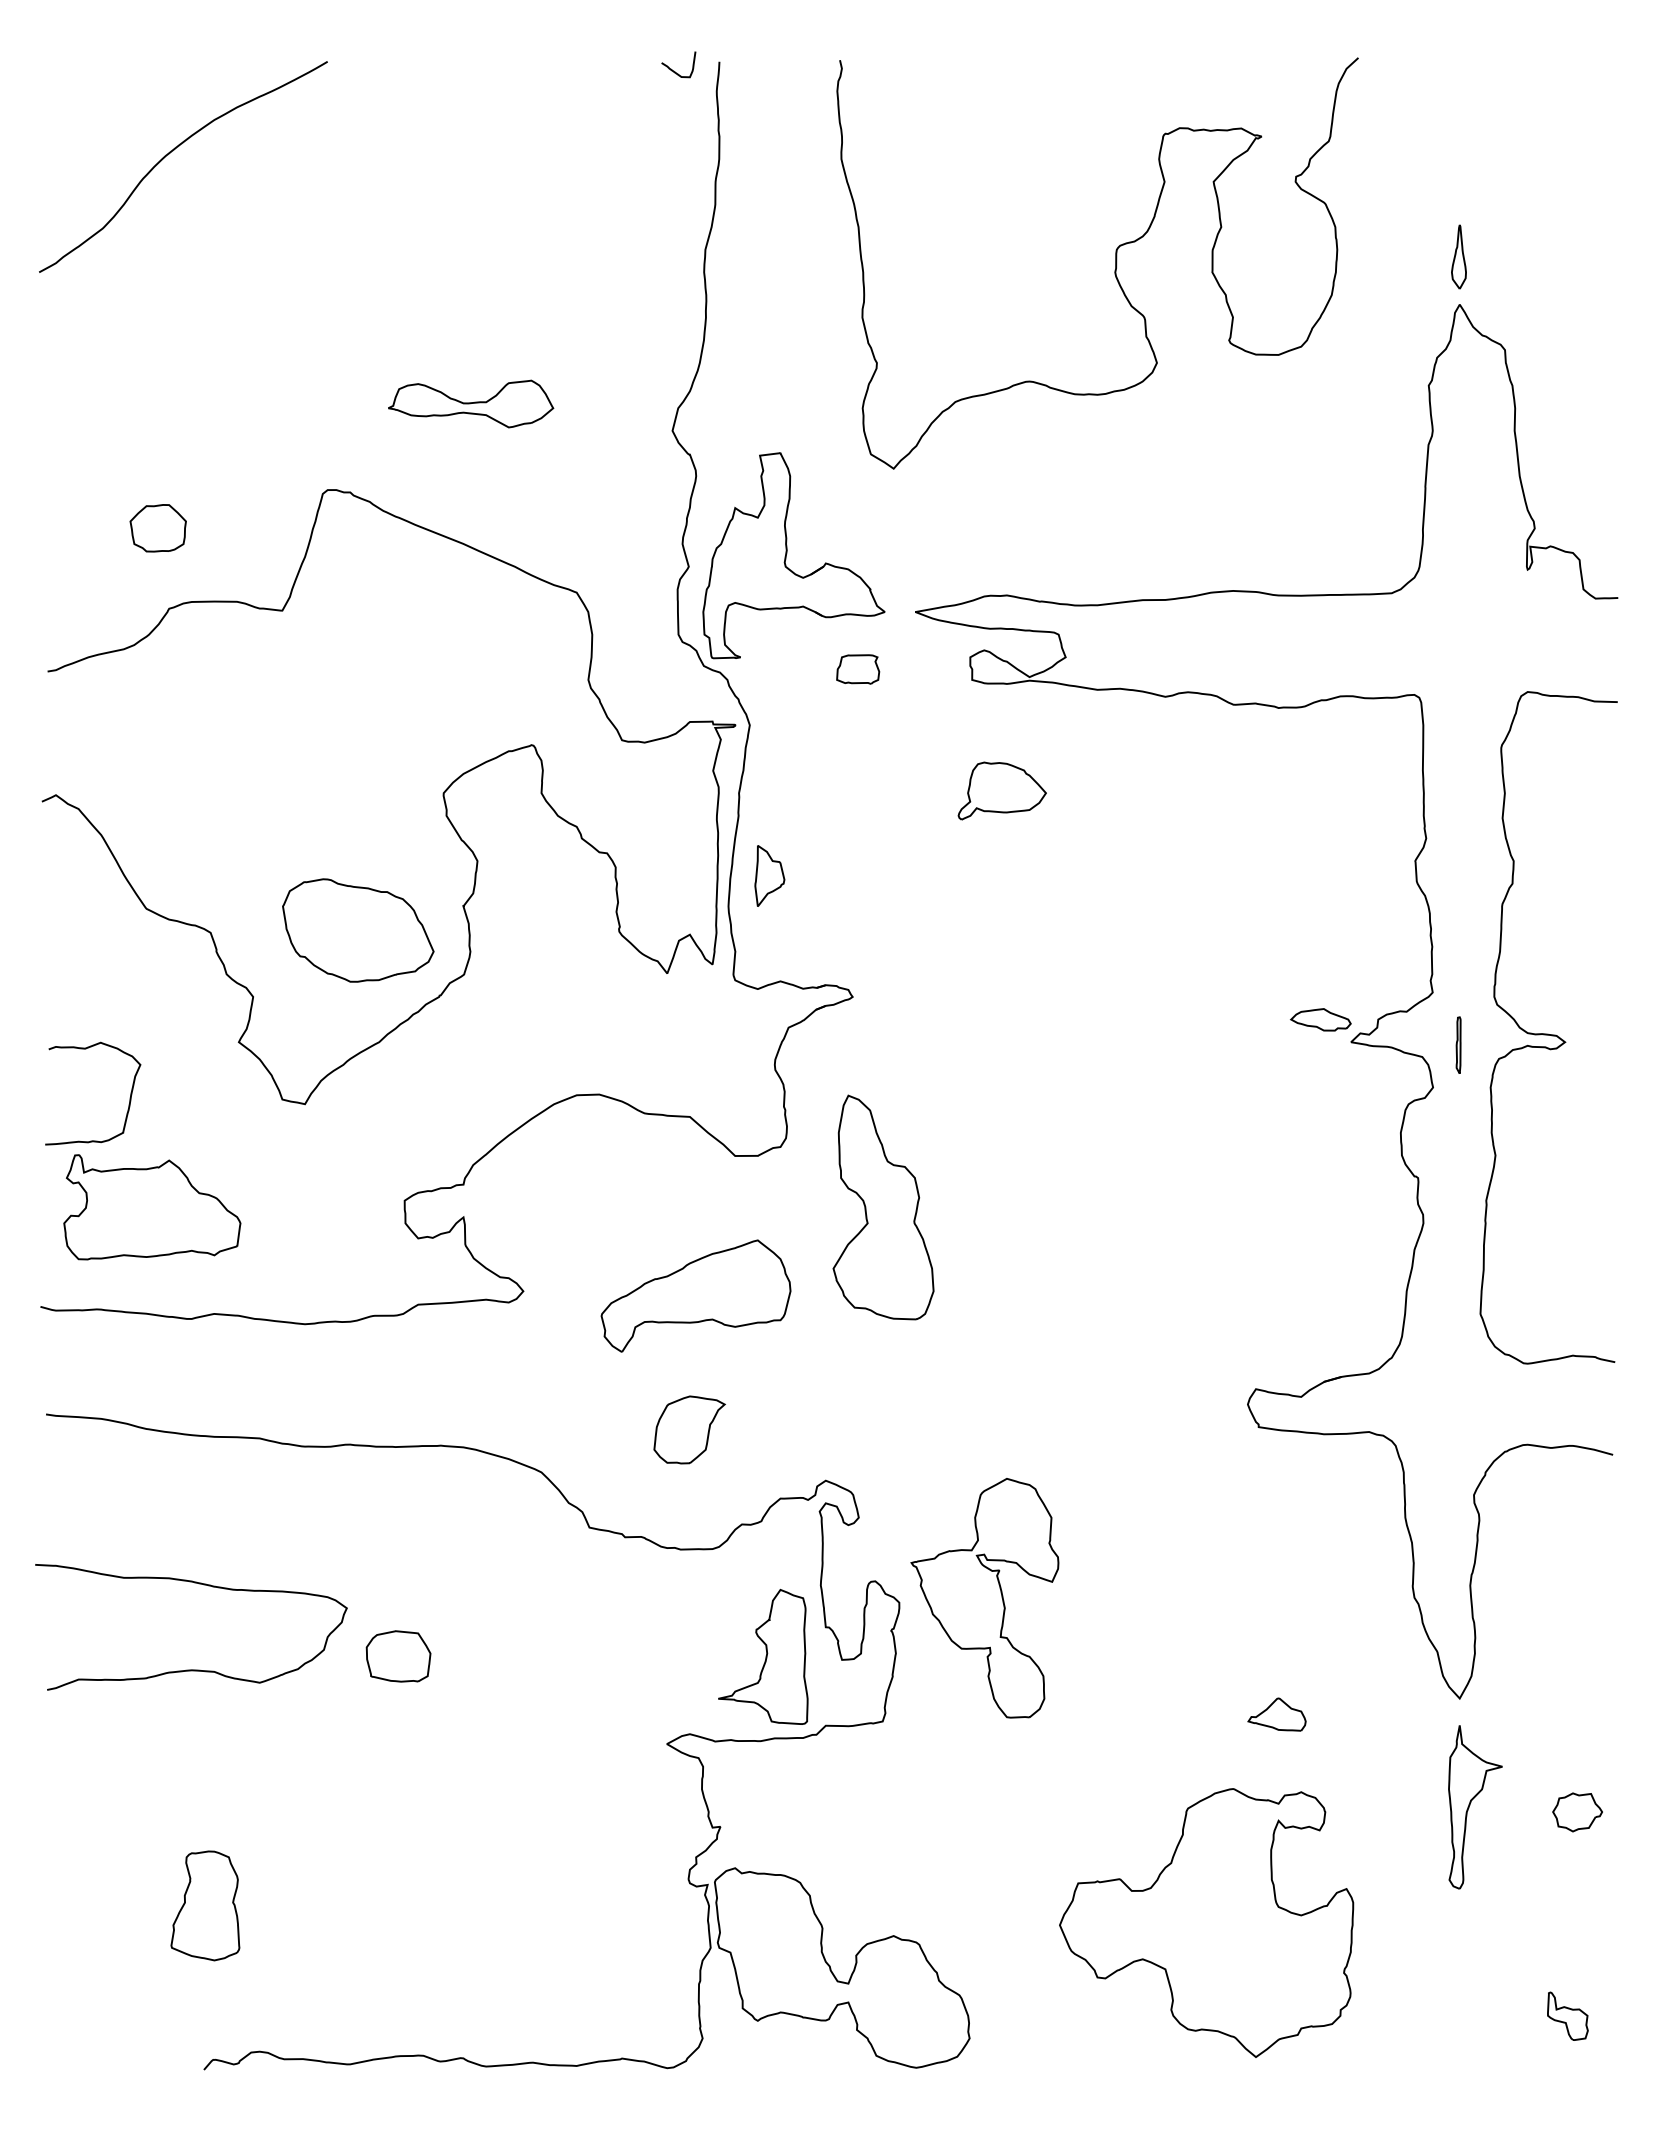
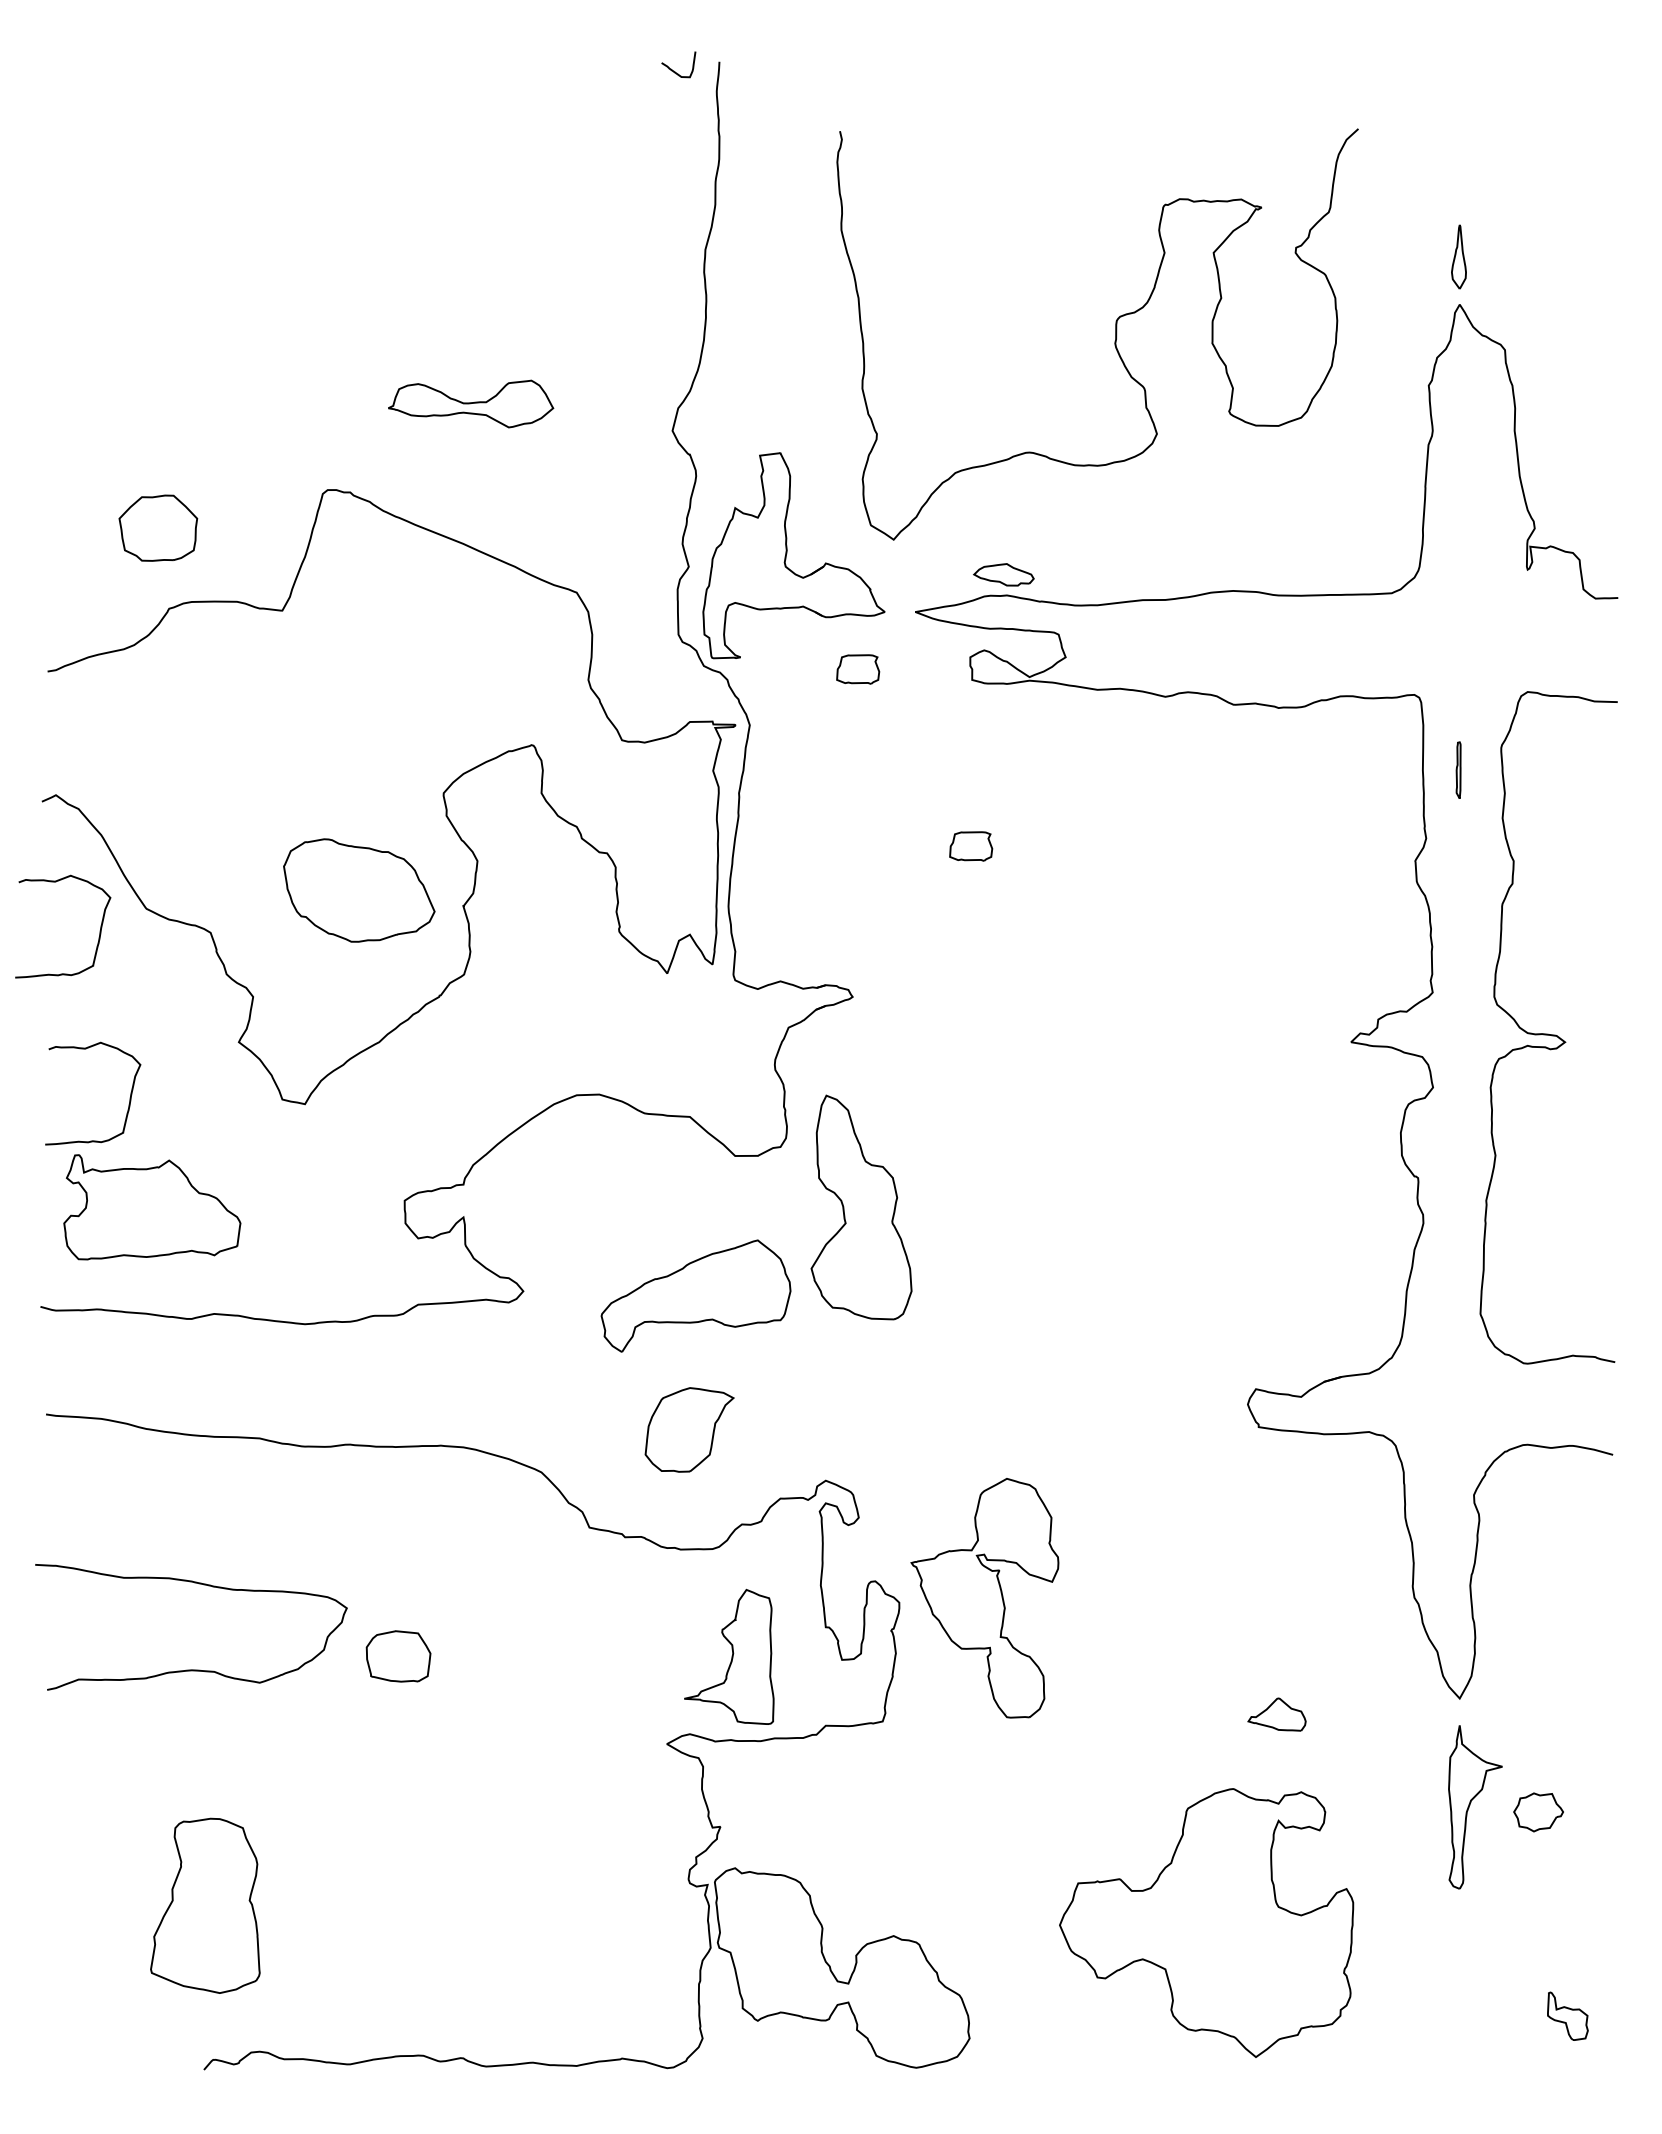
curve at (173, 151): present -> none
curve at (1115, 263) position: (1115, 263) -> (1115, 334)
part at (157, 528) size: 58x49 px -> 81x68 px
part at (1001, 790): present -> none
part at (971, 846): none -> present
part at (769, 875): present -> none
curve at (99, 930): none -> present
part at (358, 930) position: (358, 930) -> (359, 890)
part at (1320, 1019) position: (1320, 1019) -> (1003, 574)
part at (1458, 1044) position: (1458, 1044) -> (1458, 769)
part at (883, 1207) position: (883, 1207) -> (861, 1207)
part at (689, 1429) size: 73x70 px -> 91x86 px
part at (763, 1656) position: (763, 1656) -> (729, 1656)
part at (1577, 1812) position: (1577, 1812) -> (1538, 1812)
part at (205, 1905) size: 71x112 px -> 111x177 px
